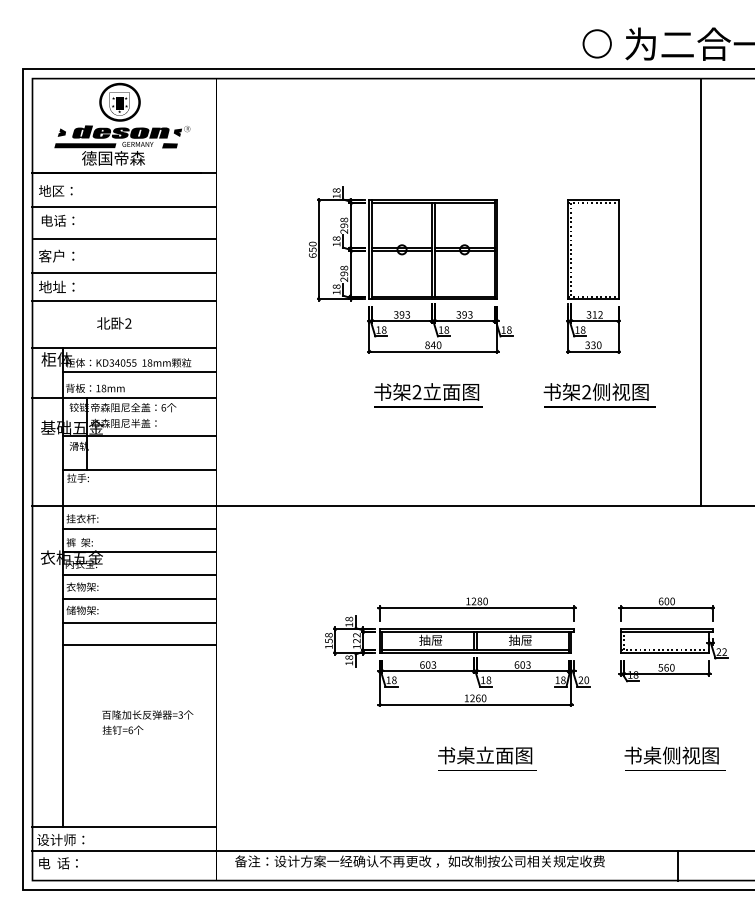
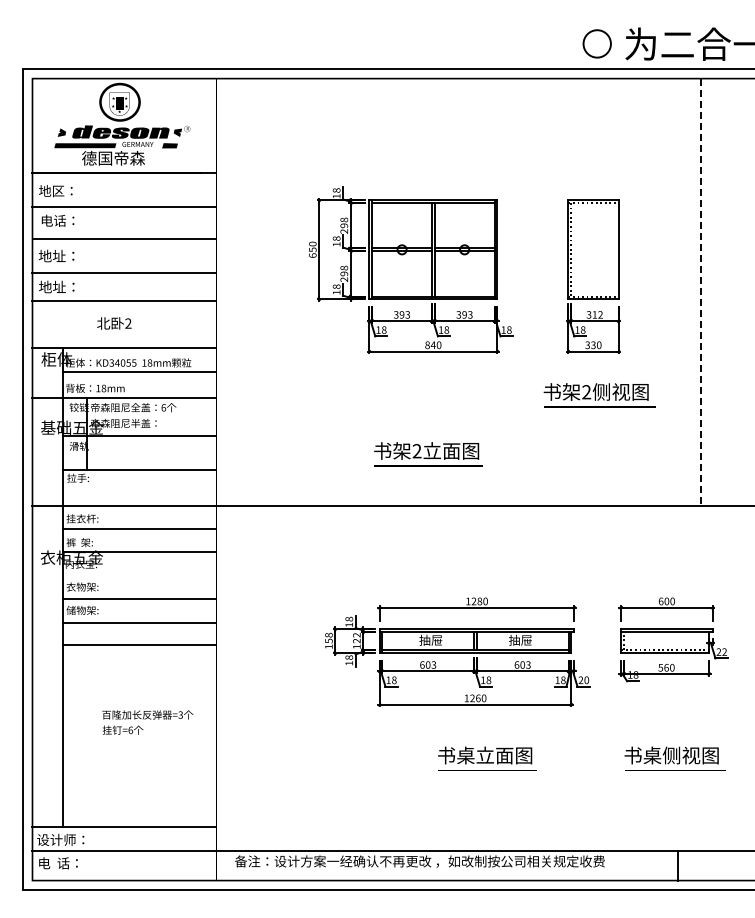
text at (51, 255): 客户： -> 地址：
line at (700, 292): solid -> dashed
text at (428, 395) position: (428, 395) -> (428, 454)
line at (139, 575): present -> none
